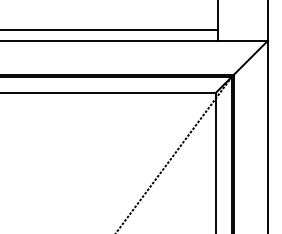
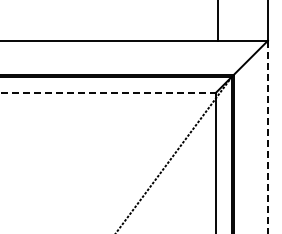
line at (109, 30): present -> none
line at (107, 93): solid -> dashed
line at (267, 137): solid -> dashed
